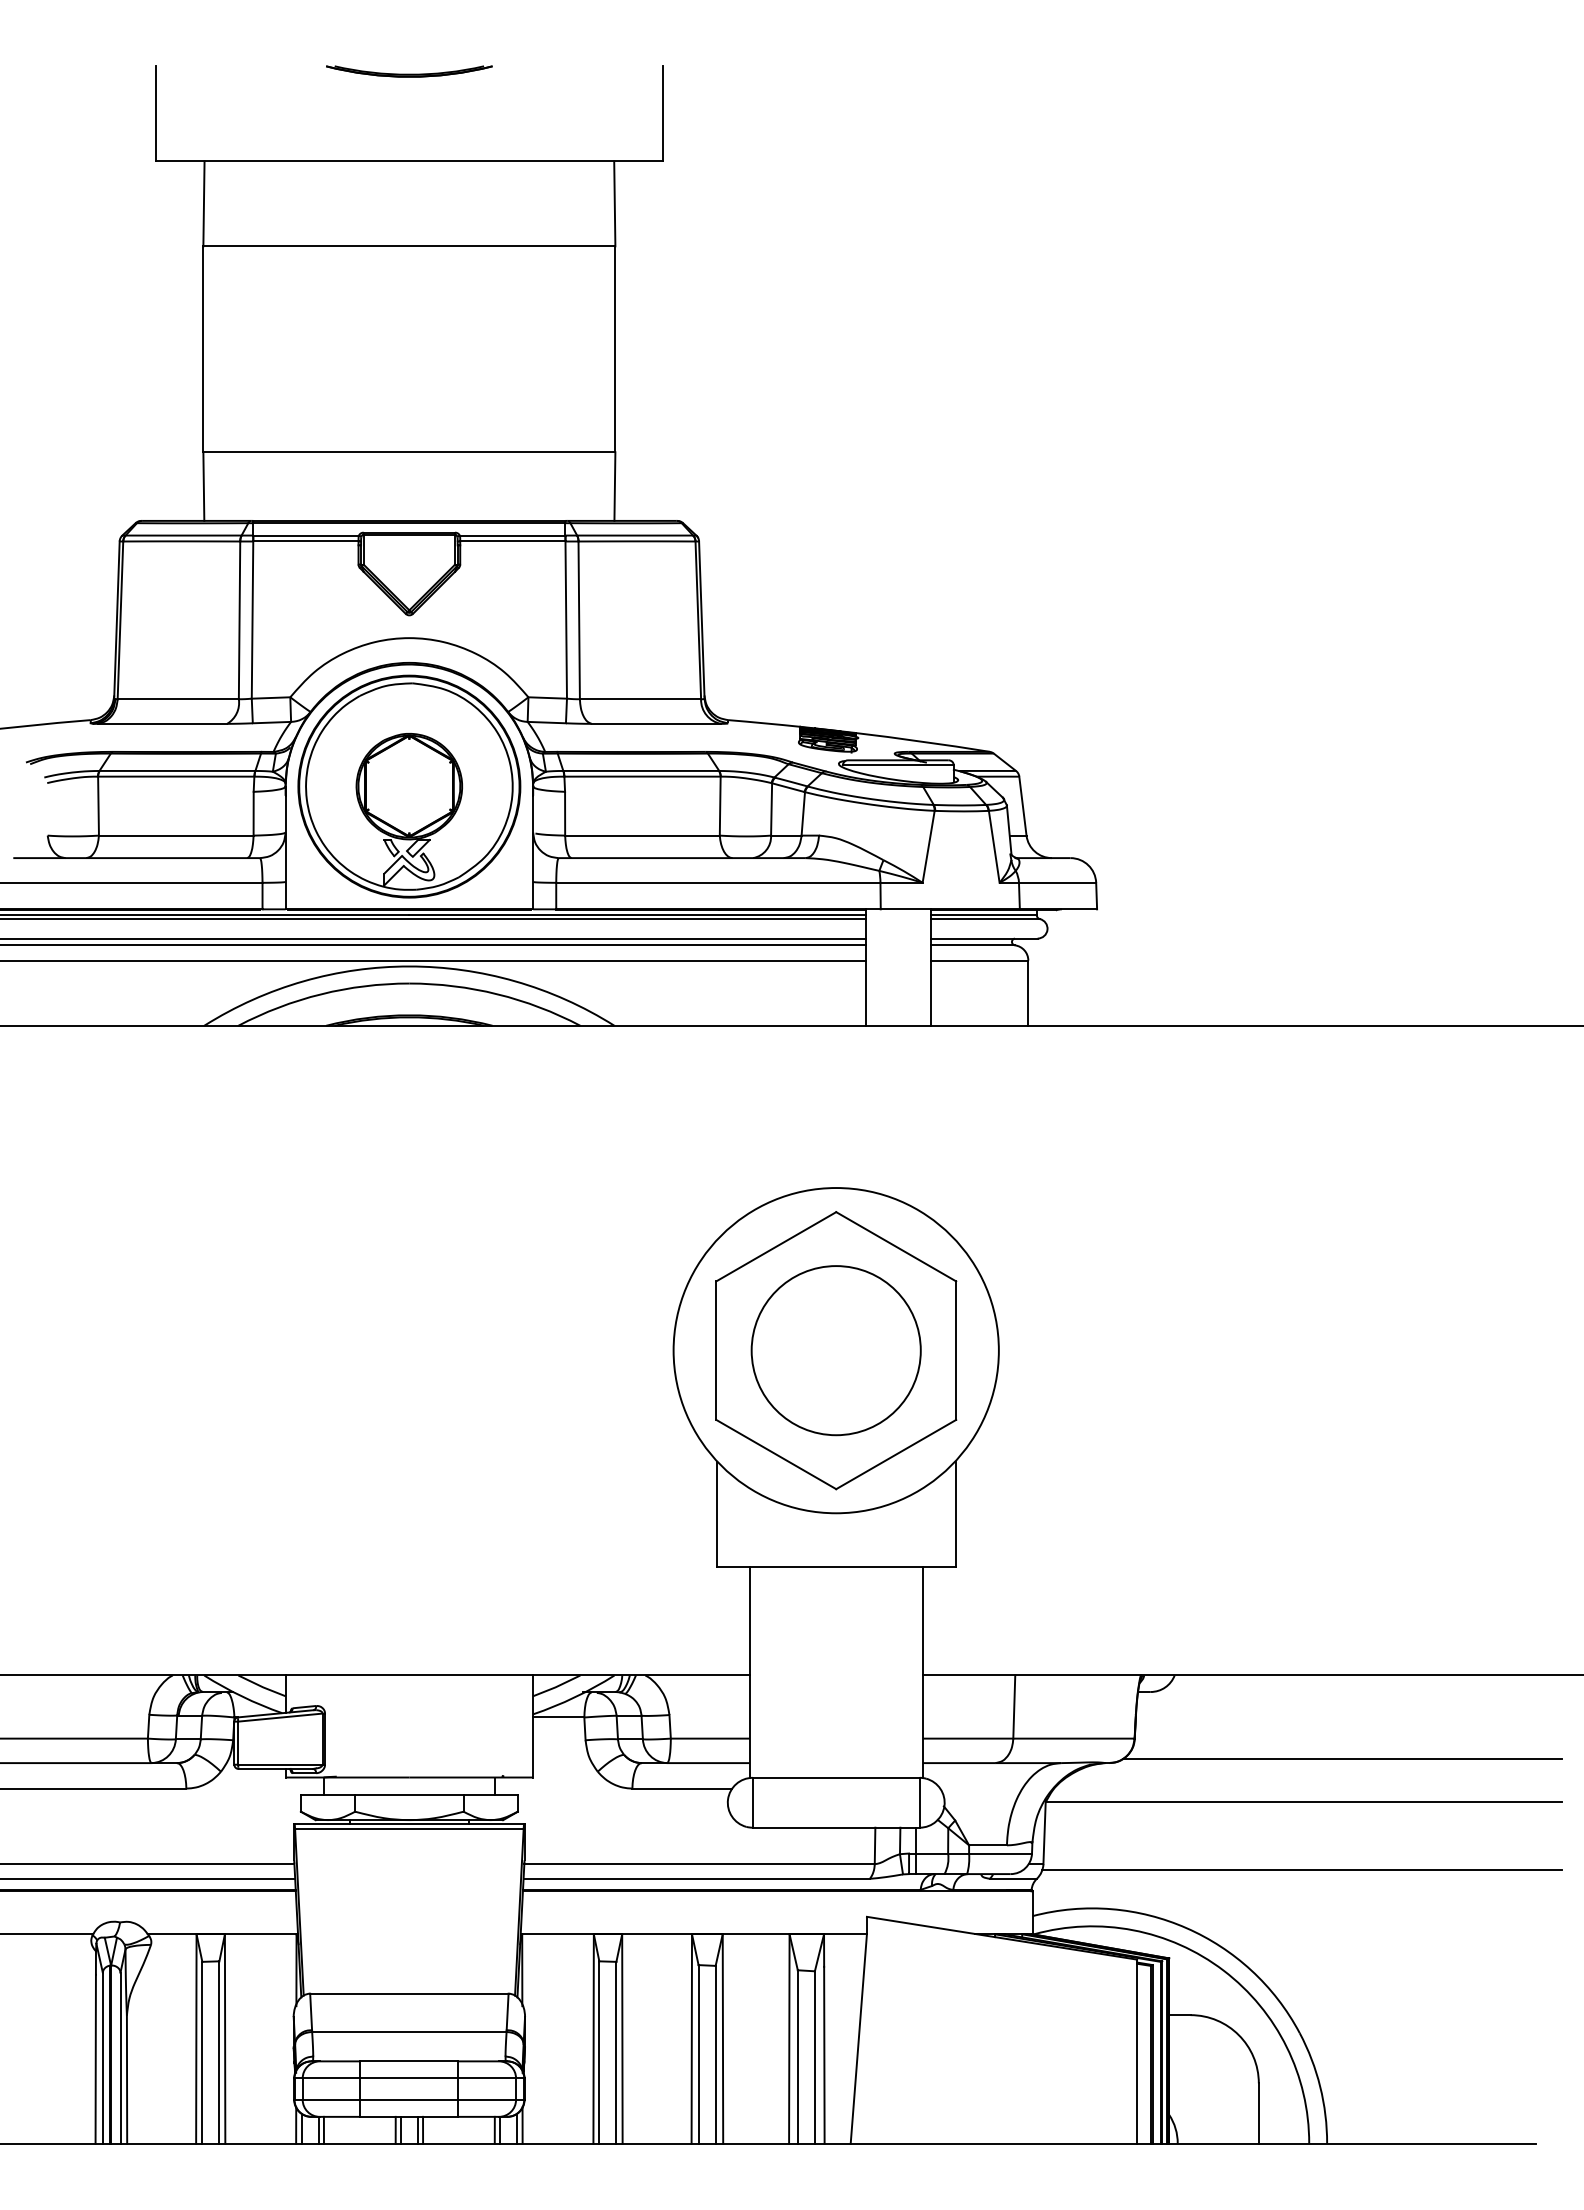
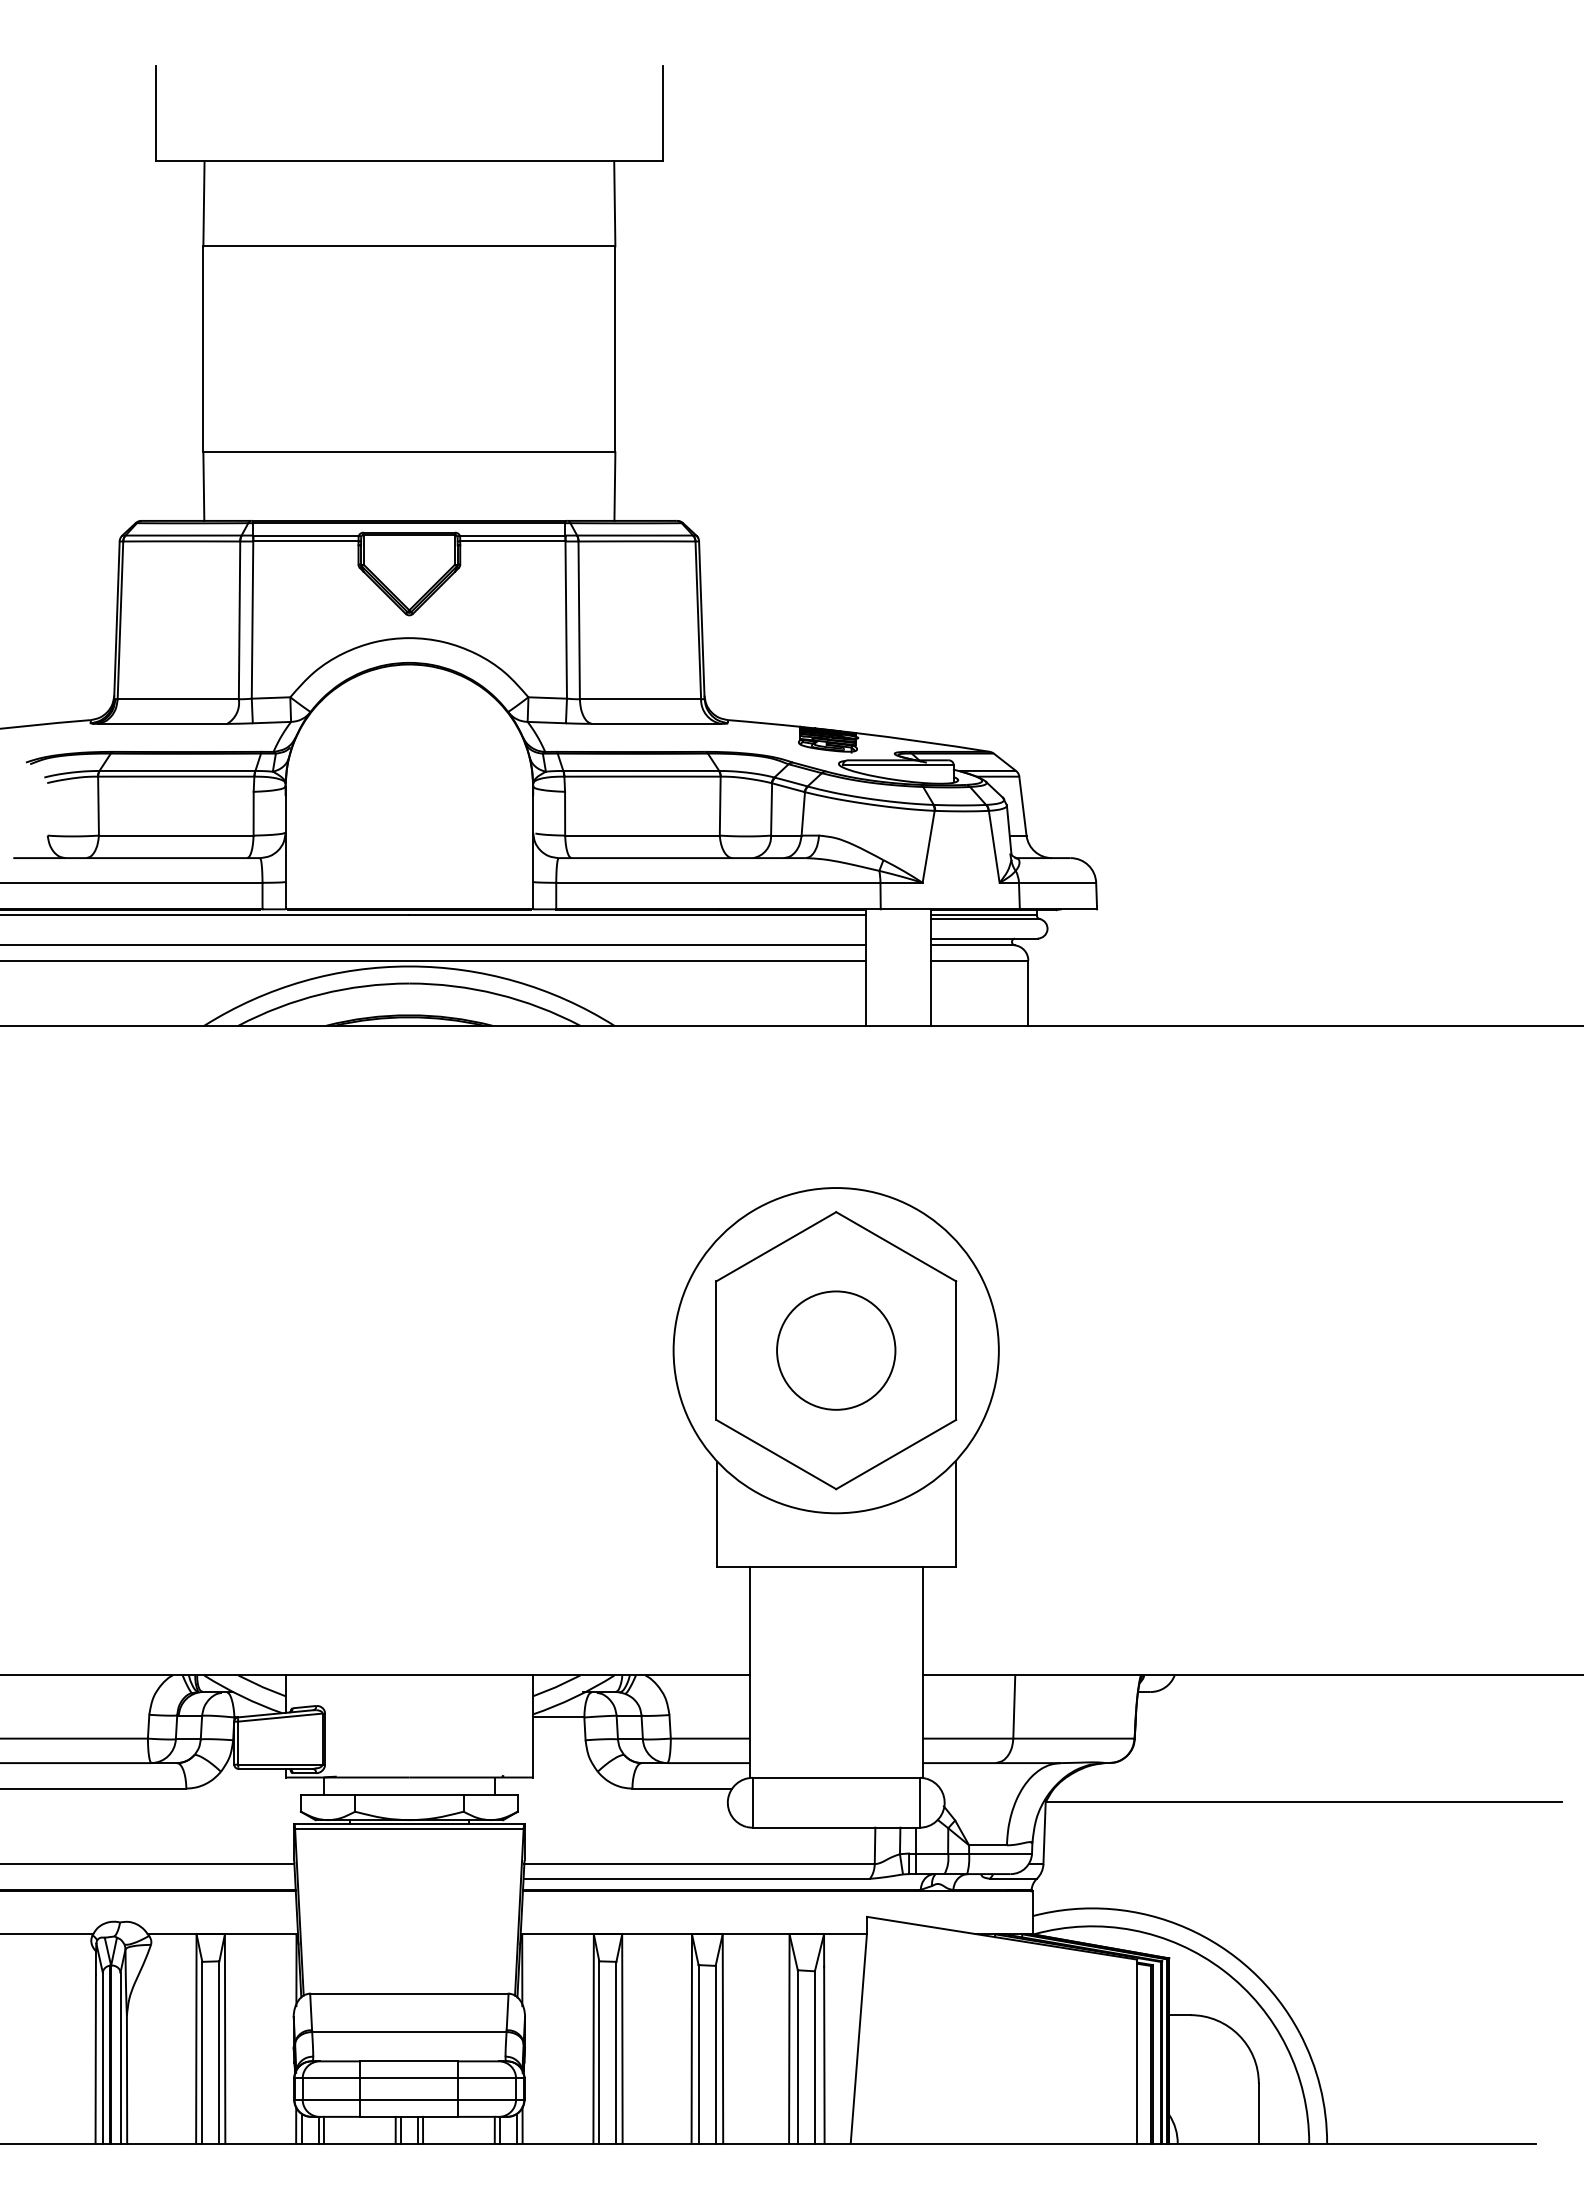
part at (409, 71): present -> none
part at (409, 786): present -> none
line at (433, 919): present -> none
line at (433, 938): present -> none
circle at (835, 1350) diameter: 169 px -> 118 px
line at (1341, 1759): present -> none
line at (1301, 1870): present -> none
line at (148, 1878): present -> none
